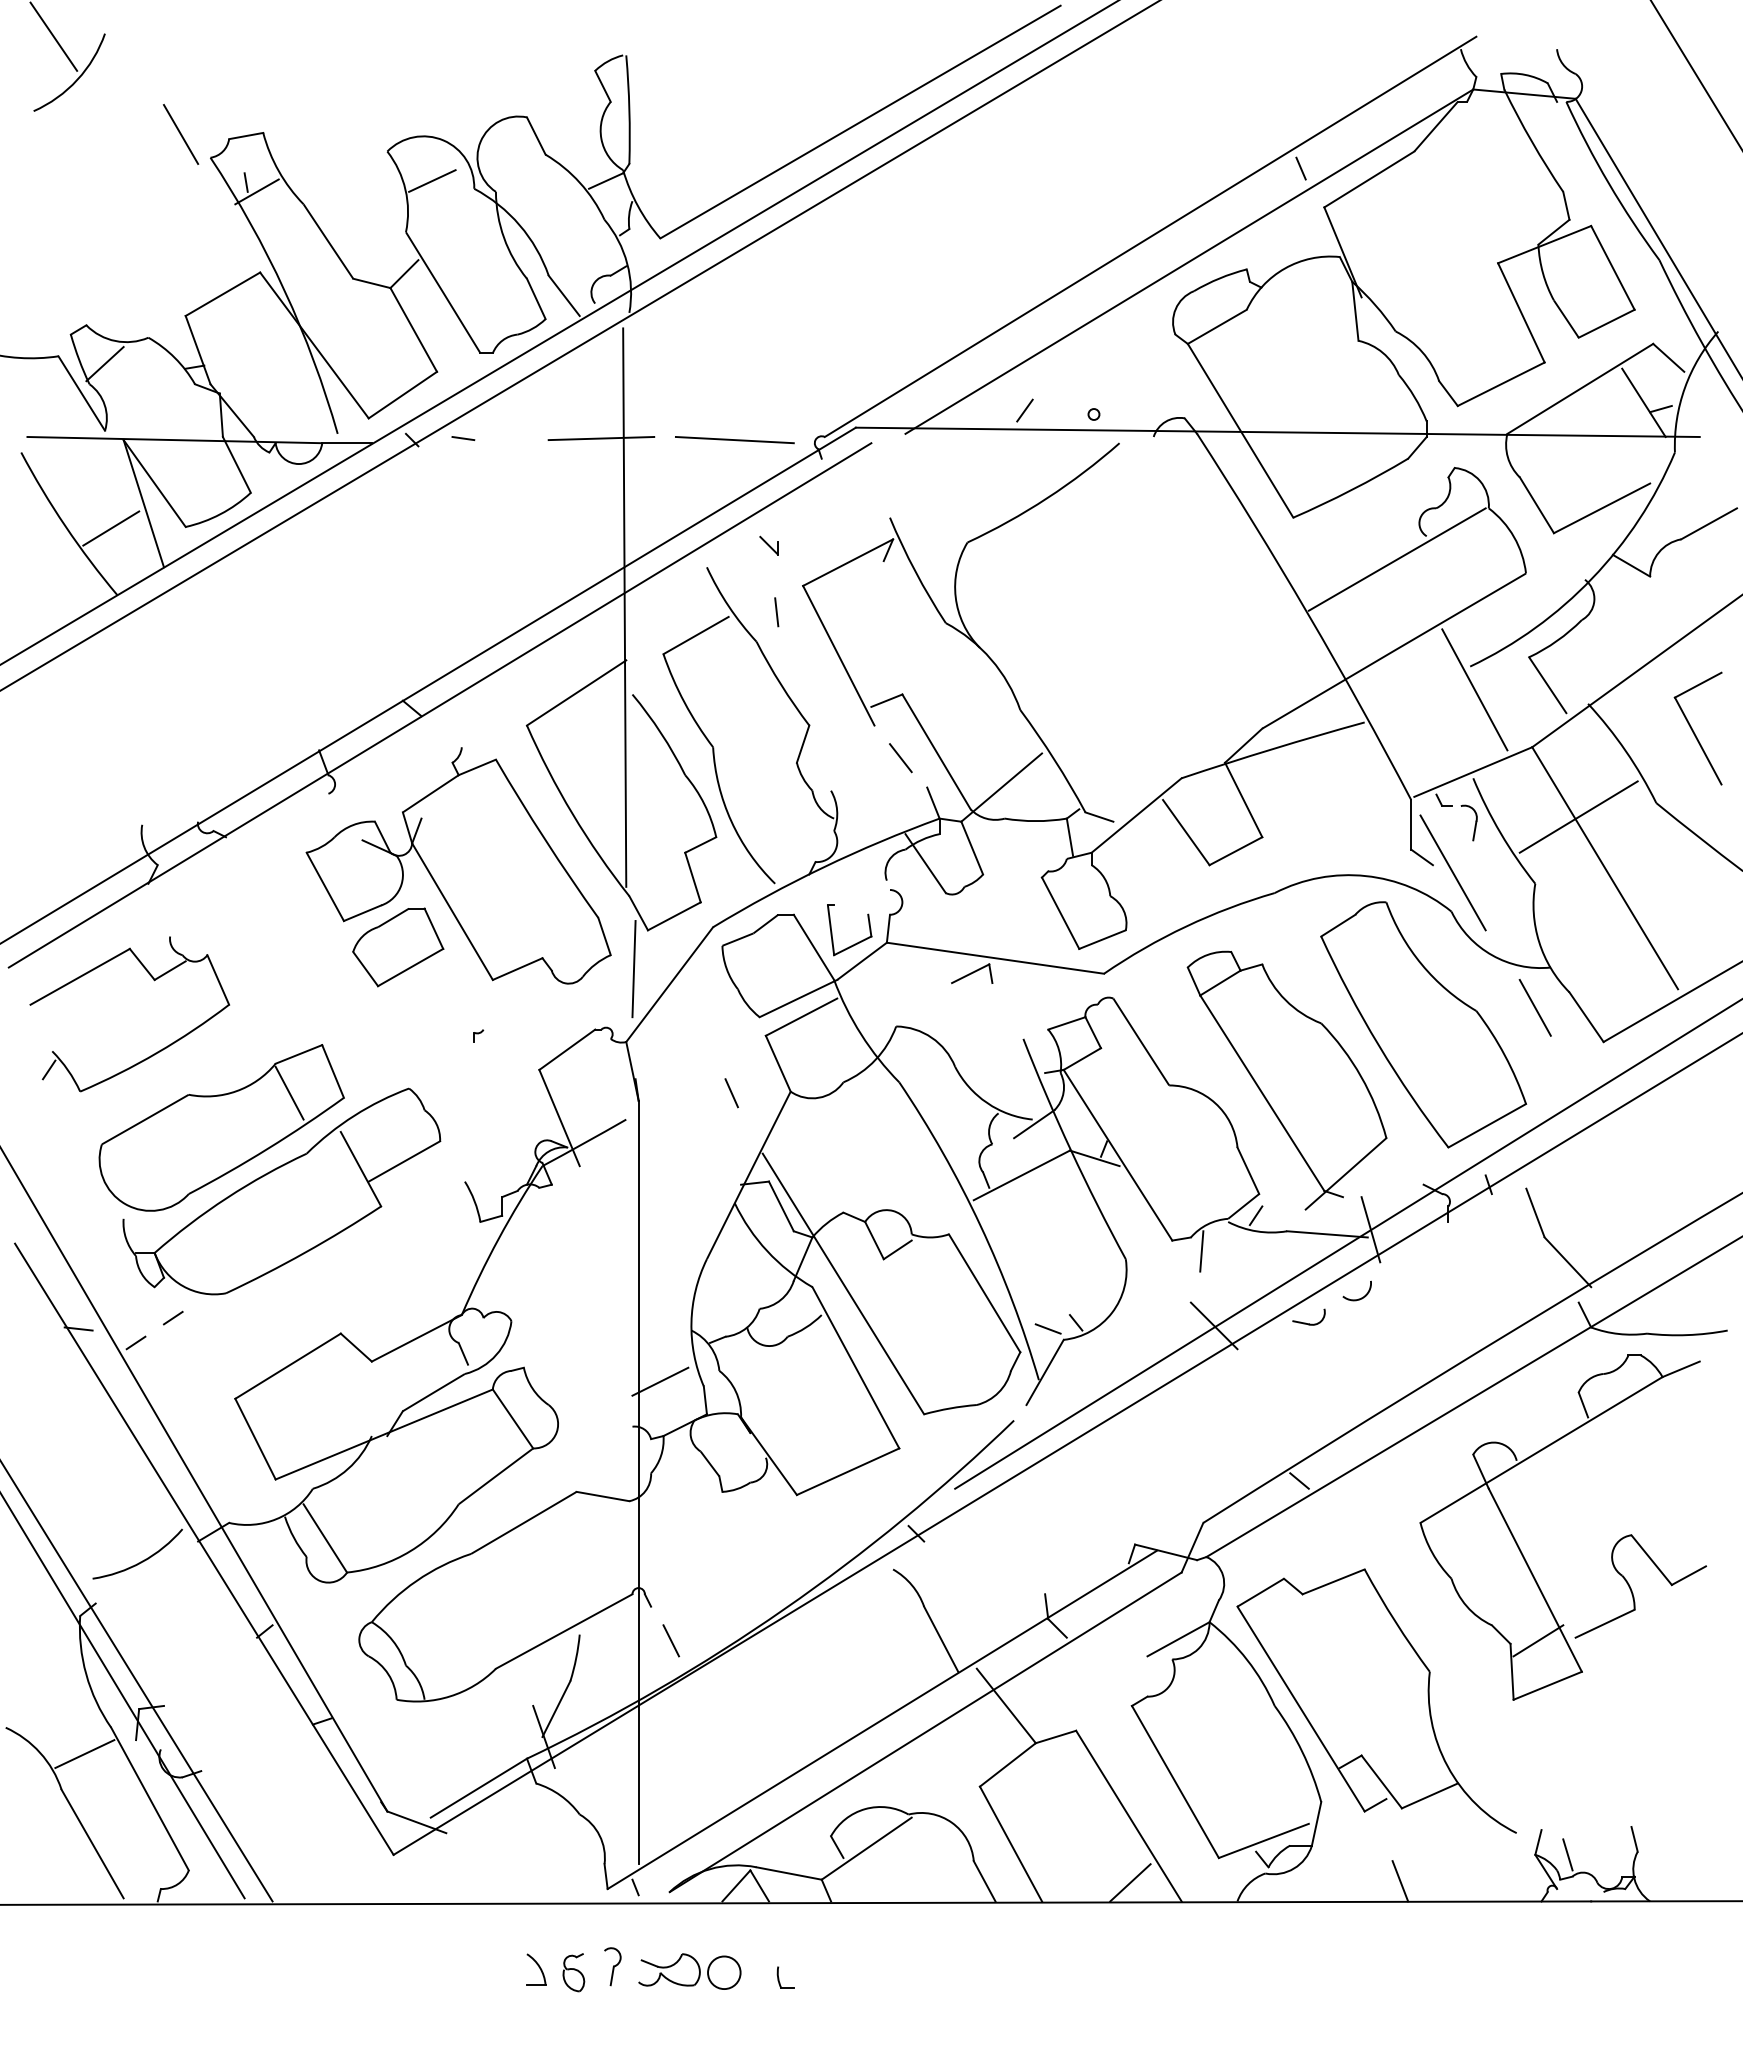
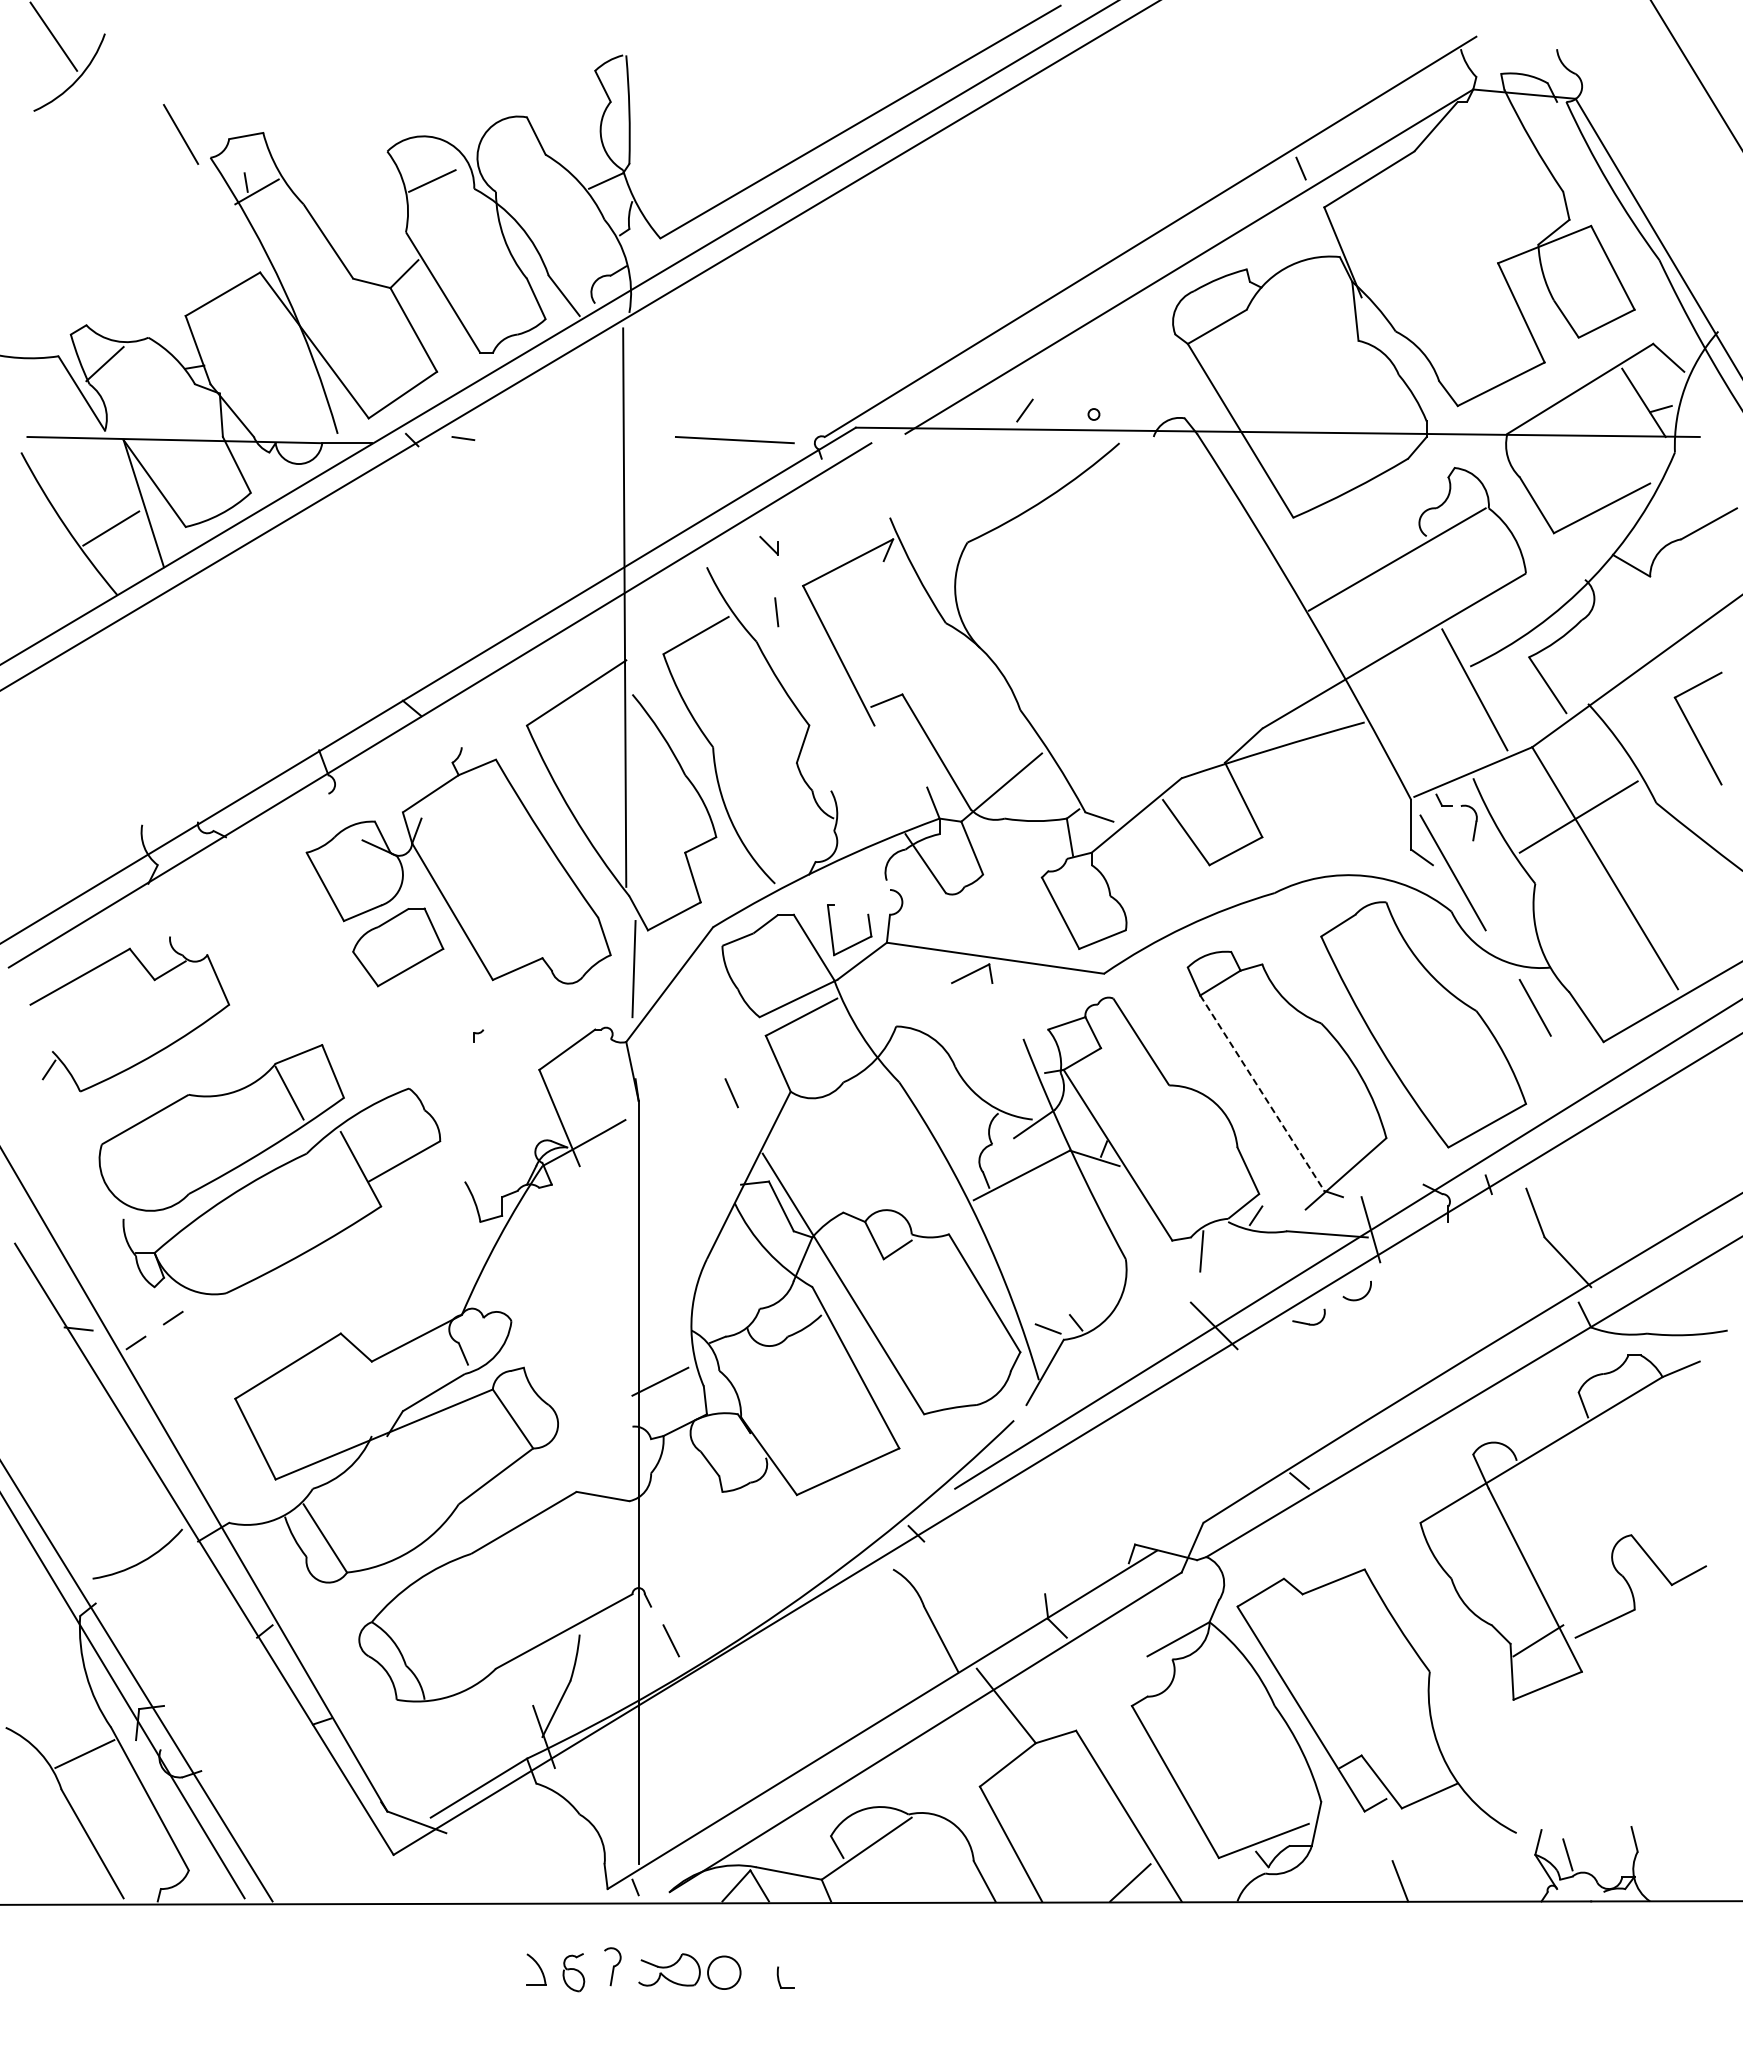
line at (601, 438): present -> none
line at (900, 758): present -> none
line at (1262, 1093): solid -> dashed
